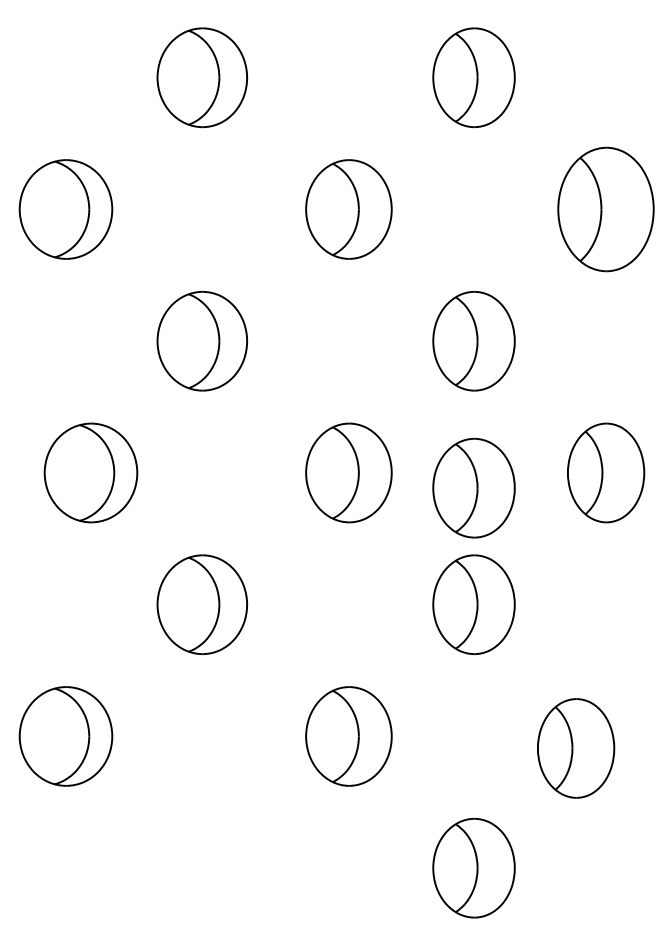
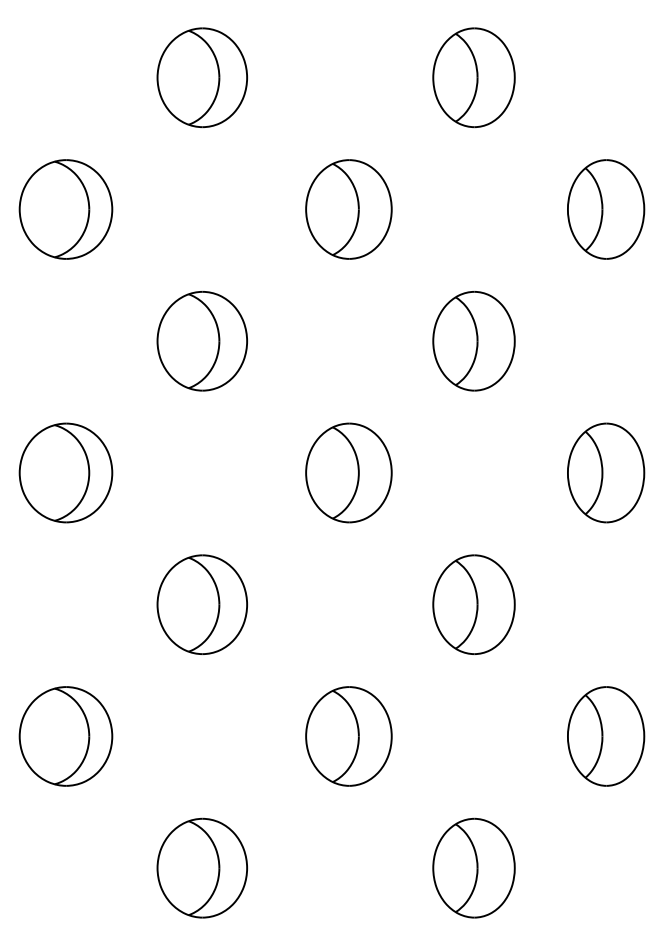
part at (605, 209) size: 98x127 px -> 79x101 px
part at (90, 472) position: (90, 472) -> (65, 472)
part at (473, 487): present -> none
part at (576, 748) position: (576, 748) -> (606, 736)
part at (201, 867): none -> present
